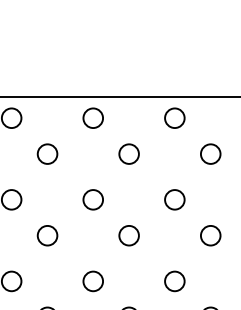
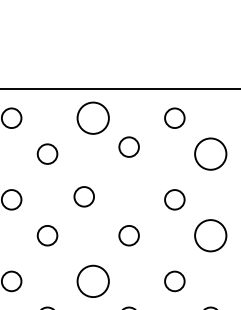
line at (119, 97) position: (119, 97) -> (119, 89)
circle at (93, 118) diameter: 20 px -> 31 px
circle at (128, 153) position: (128, 153) -> (128, 146)
circle at (210, 153) diameter: 20 px -> 31 px
circle at (92, 199) position: (92, 199) -> (83, 196)
circle at (210, 235) diameter: 20 px -> 31 px
circle at (93, 281) diameter: 20 px -> 31 px
